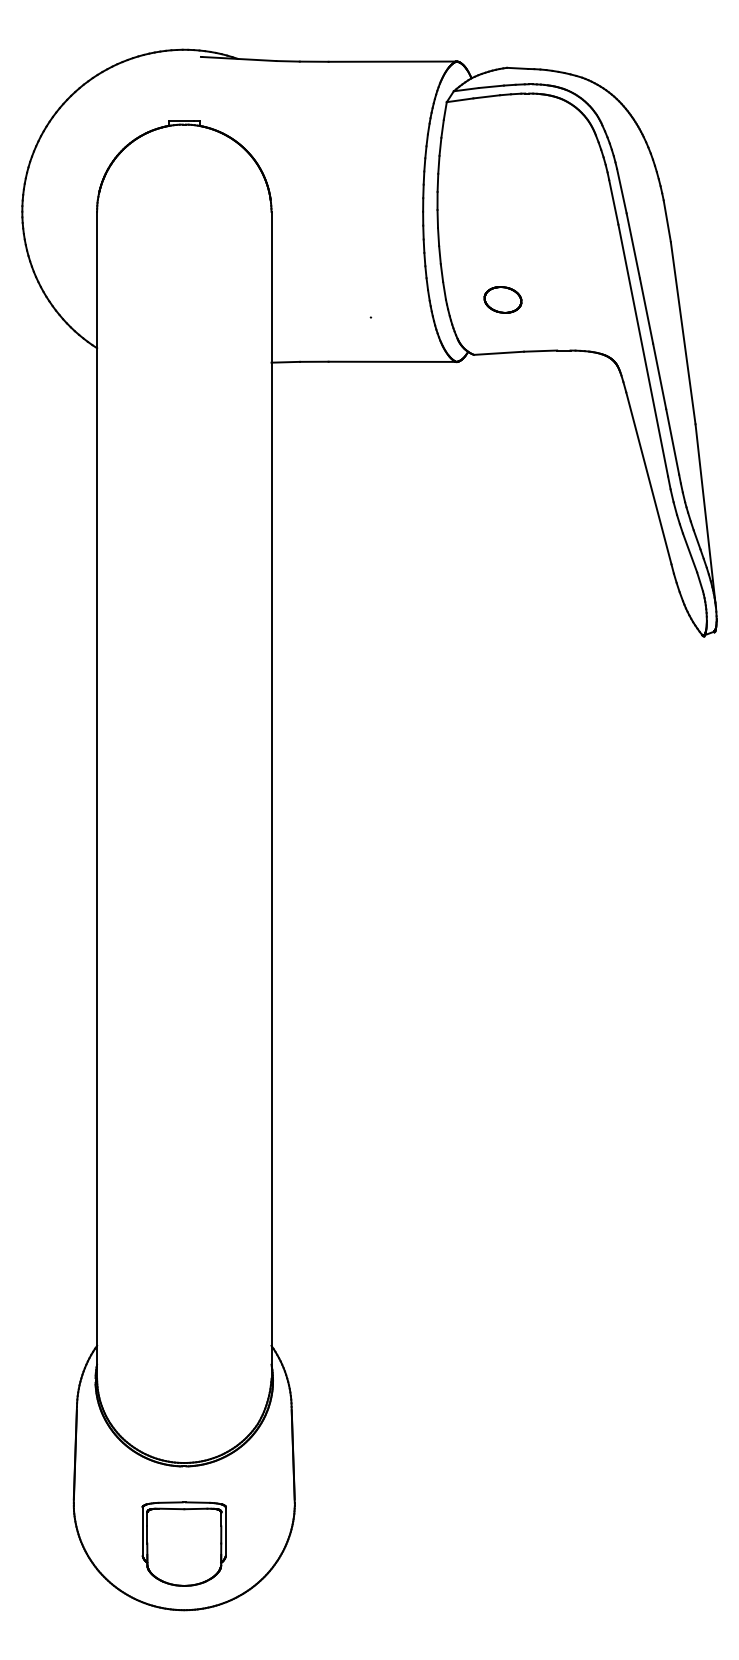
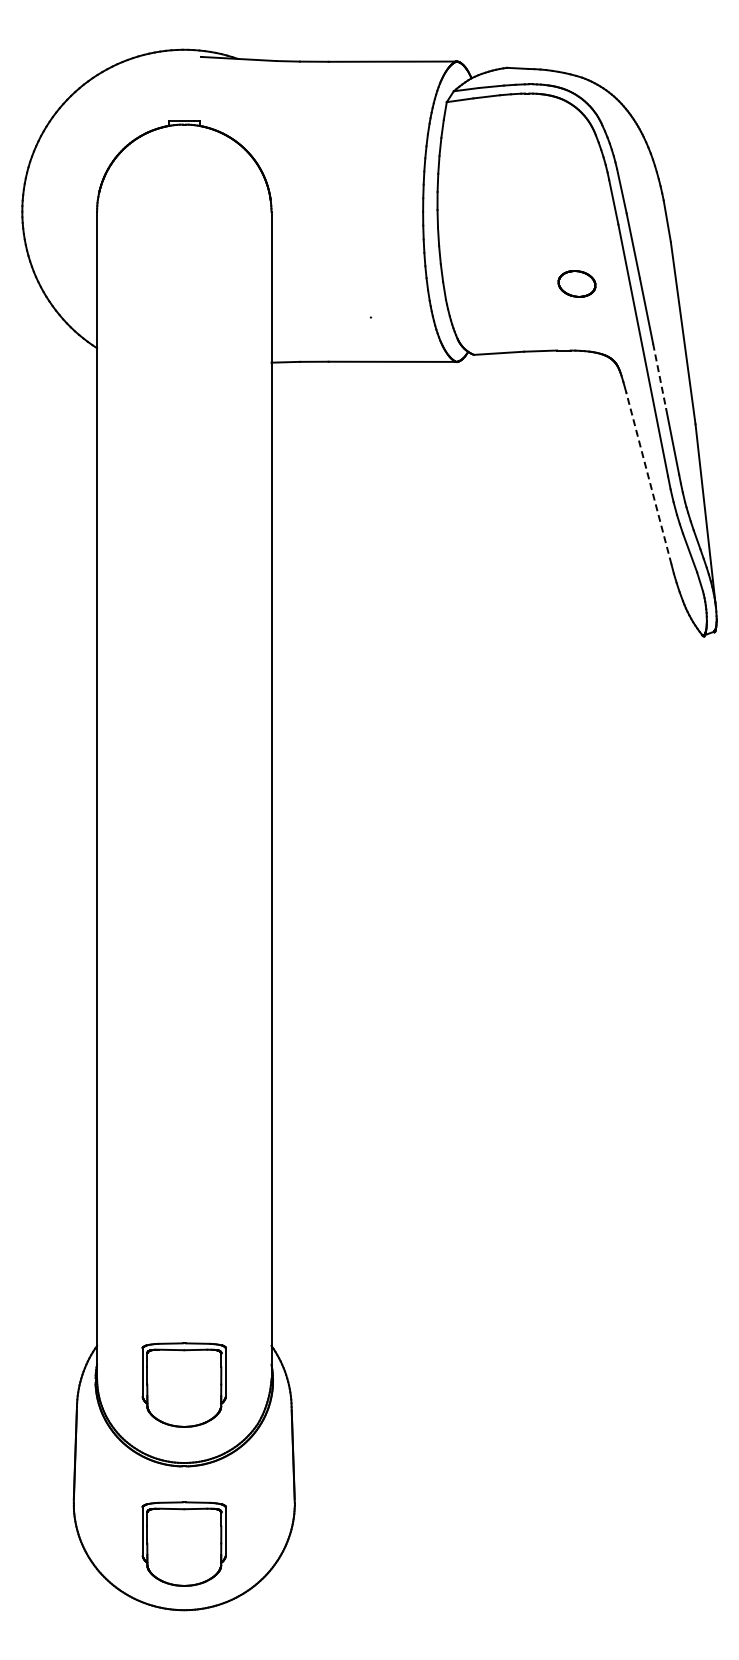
part at (502, 299) position: (502, 299) -> (576, 283)
line at (659, 376): solid -> dashed
line at (648, 478): solid -> dashed
part at (183, 1384): none -> present
